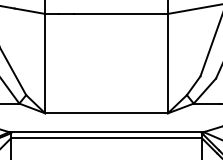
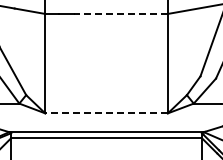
line at (121, 13): solid -> dashed
line at (106, 113): solid -> dashed
